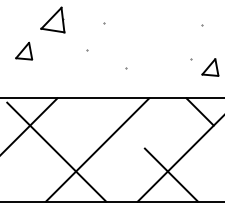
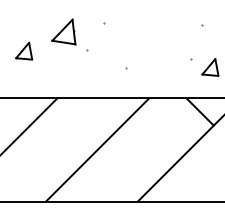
part at (52, 19) position: (52, 19) -> (63, 31)
line at (56, 151): present -> none
line at (170, 174): present -> none
